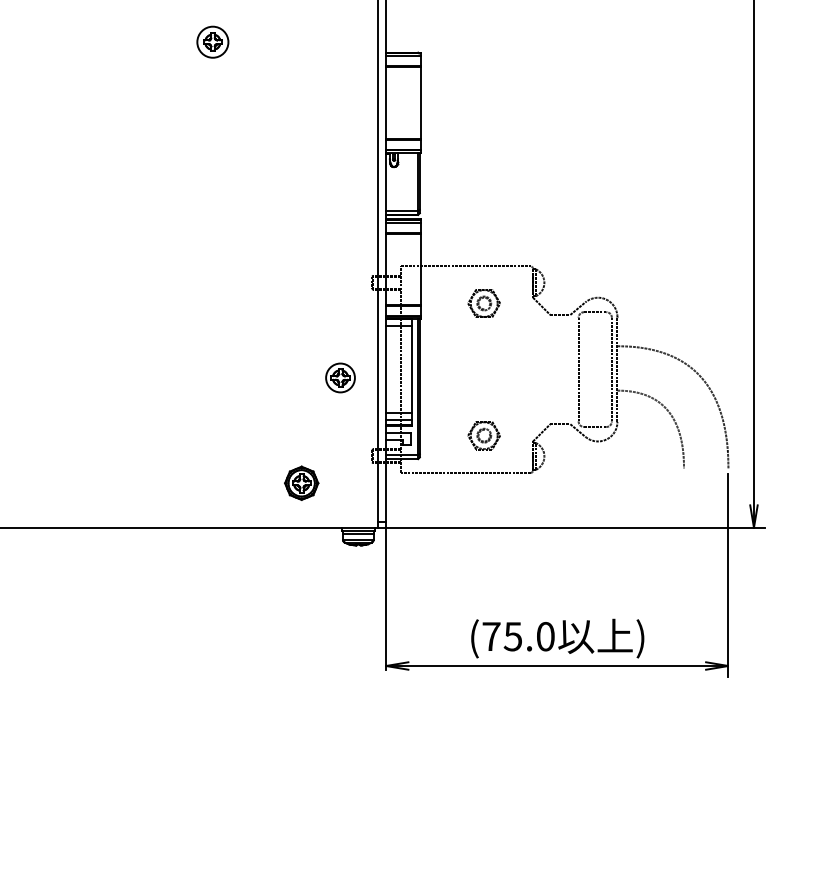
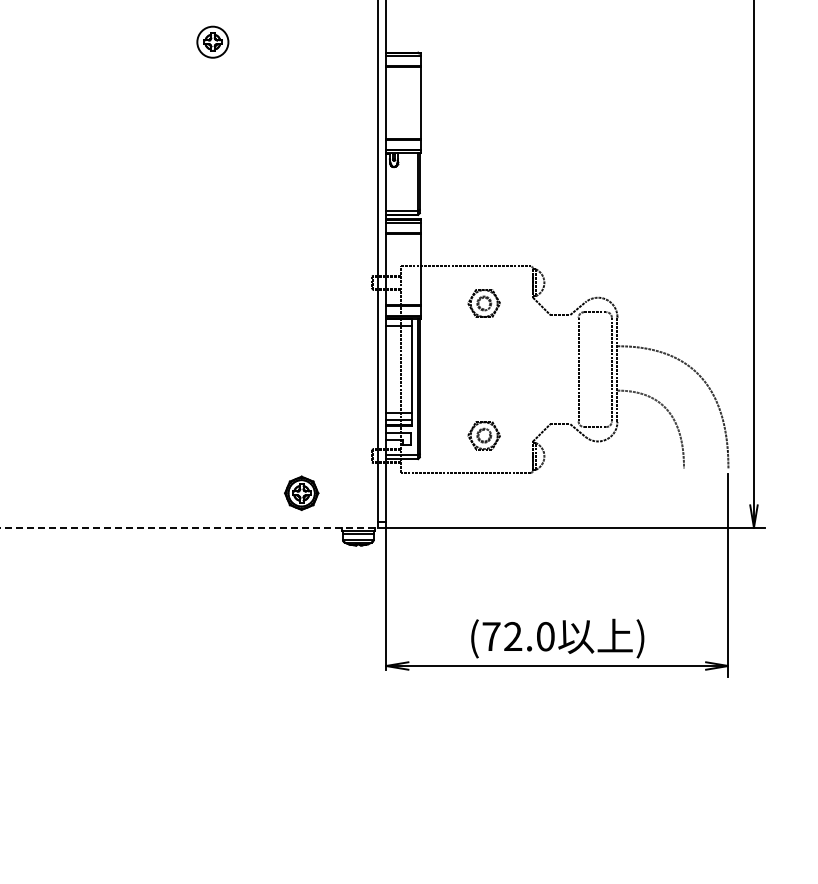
part at (340, 377): present -> none
part at (301, 482) position: (301, 482) -> (301, 492)
line at (193, 527): solid -> dashed
text at (512, 636): (75.0 -> (72.0
